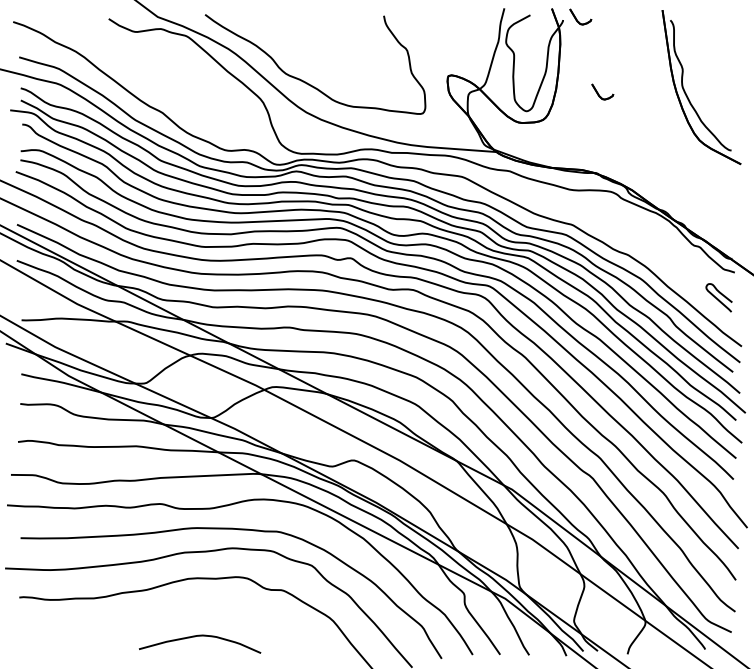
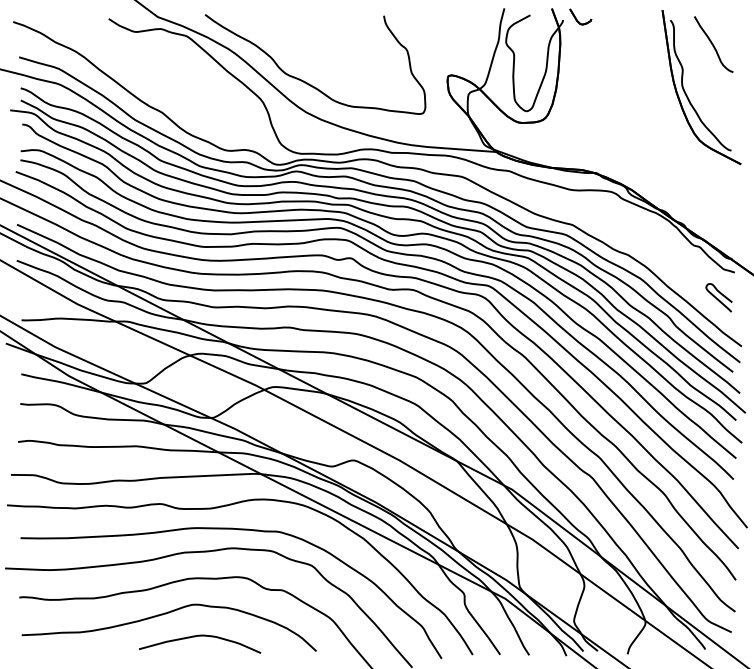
curve at (713, 44): none -> present
part at (602, 91): present -> none
curve at (166, 614): none -> present
